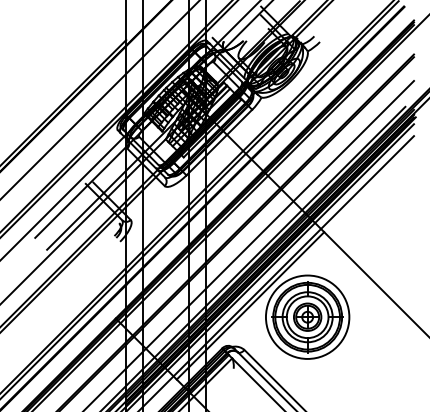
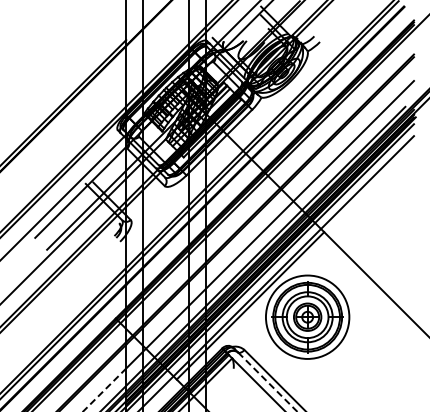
line at (99, 99): present -> none
line at (267, 382): solid -> dashed
line at (105, 389): solid -> dashed
